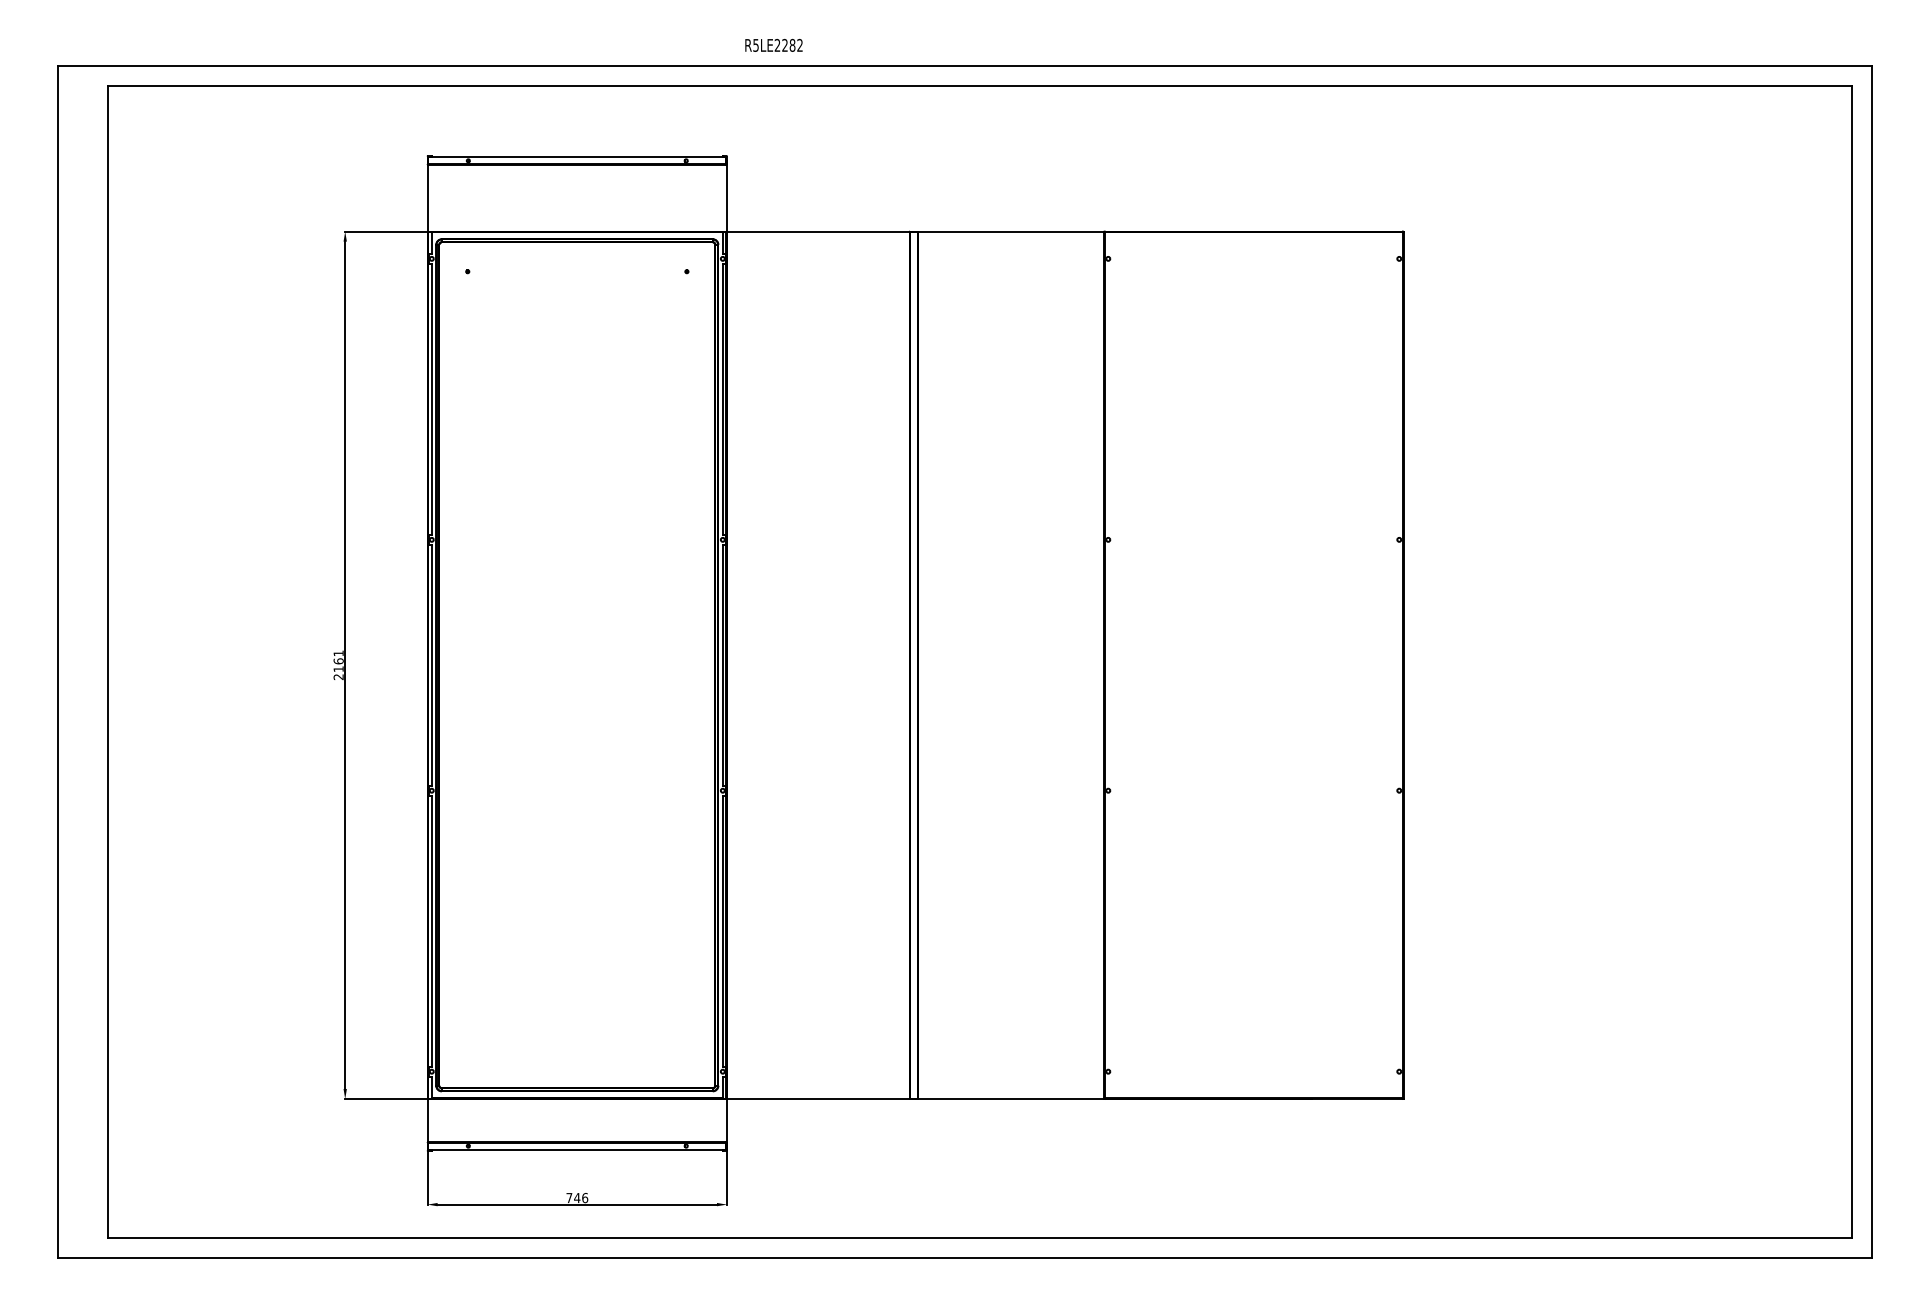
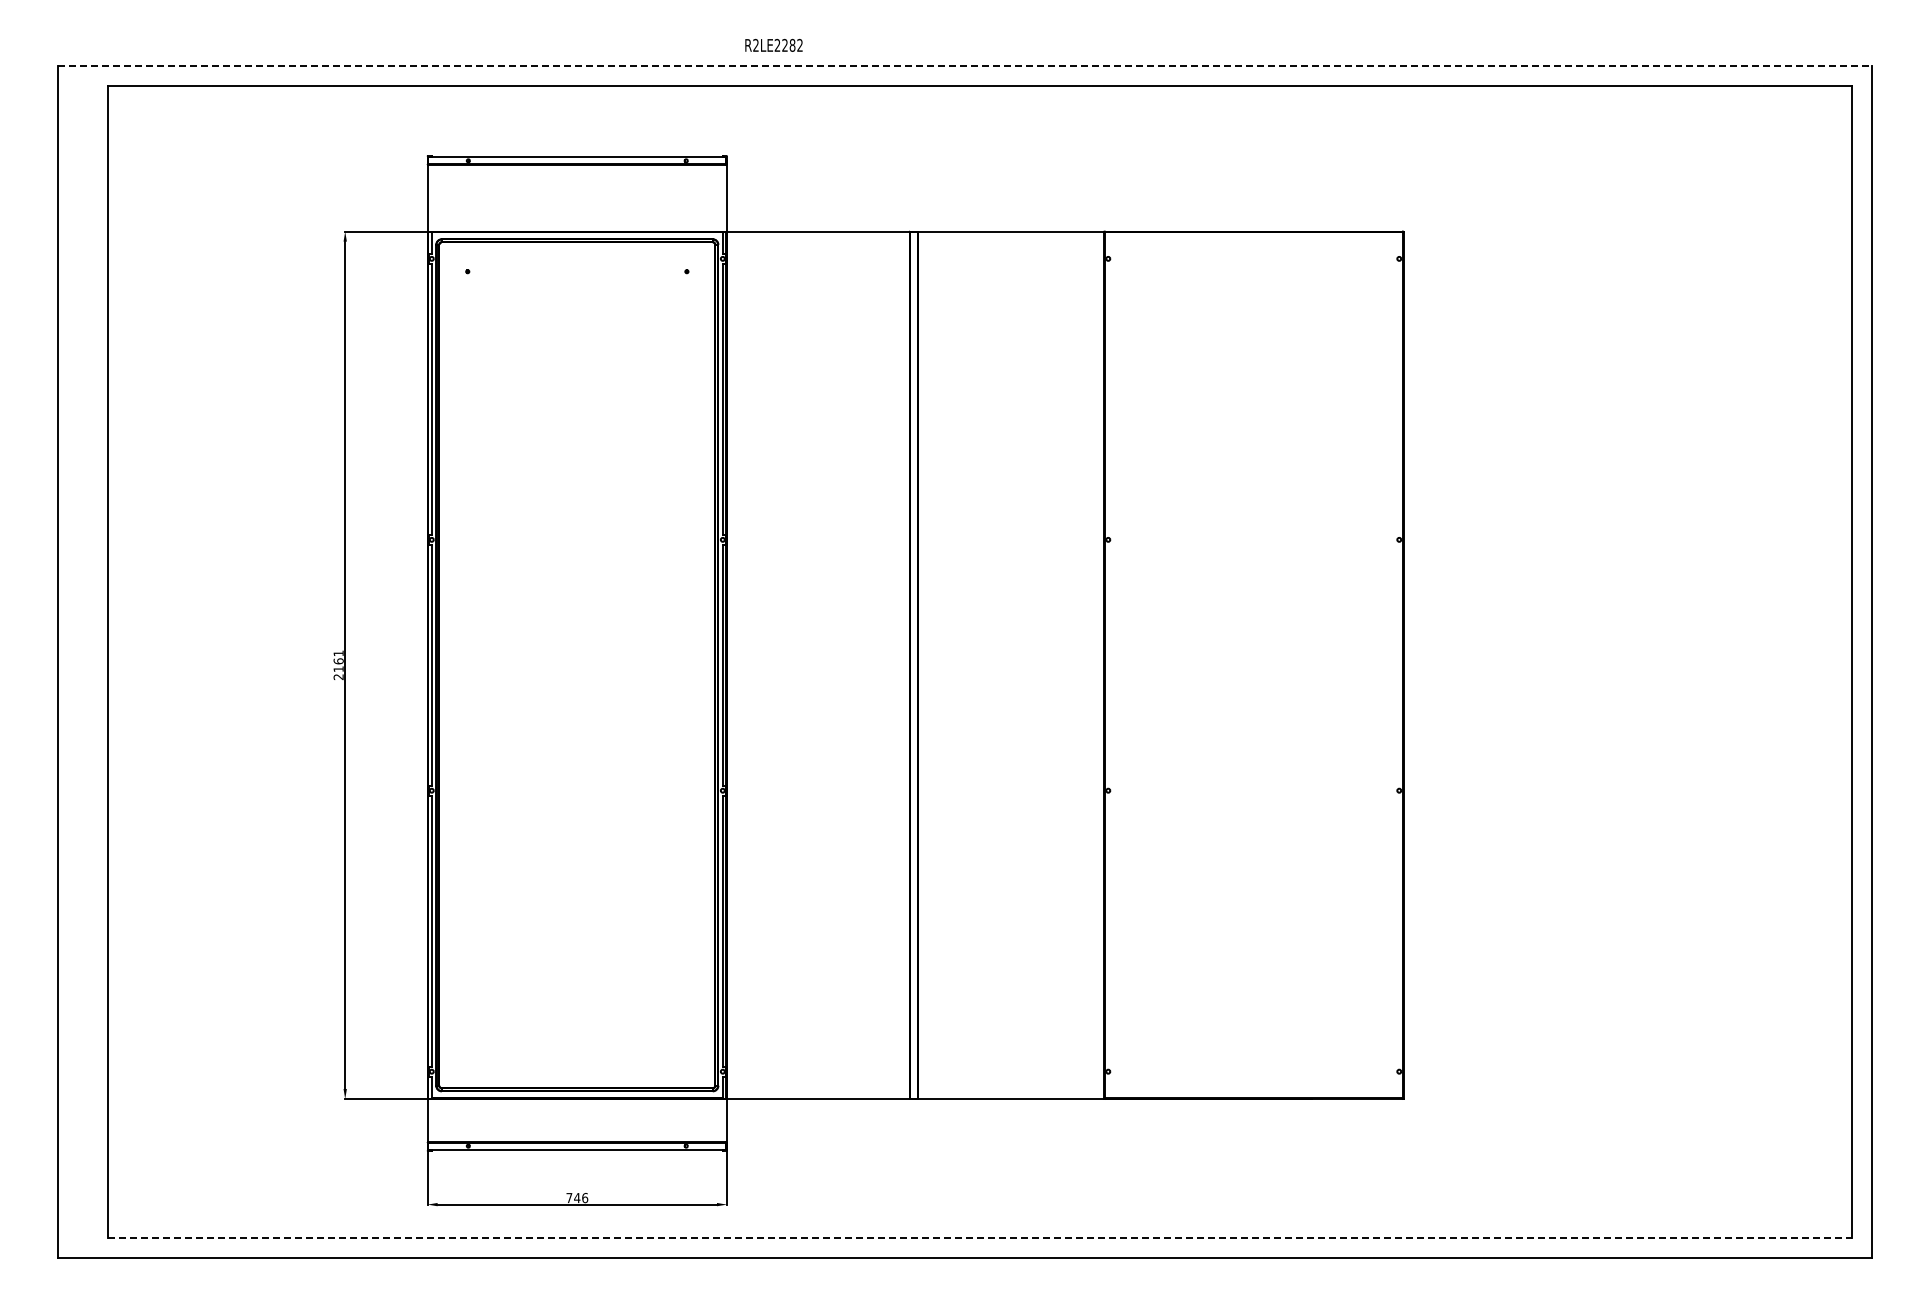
text at (755, 44): R5LE2282 -> R2LE2282
line at (965, 65): solid -> dashed
line at (980, 1238): solid -> dashed
